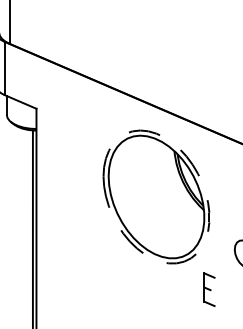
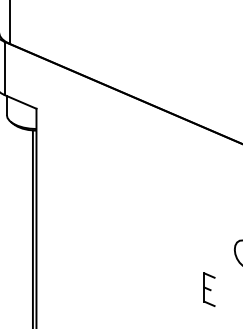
part at (156, 196): present -> none
